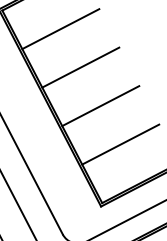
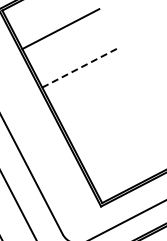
line at (81, 67): solid -> dashed
line at (100, 106): present -> none
line at (120, 144): present -> none
